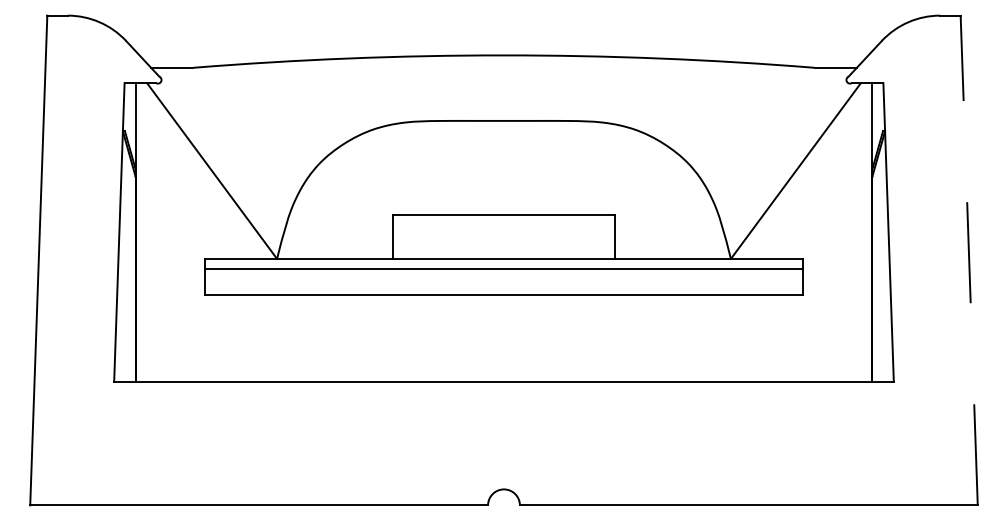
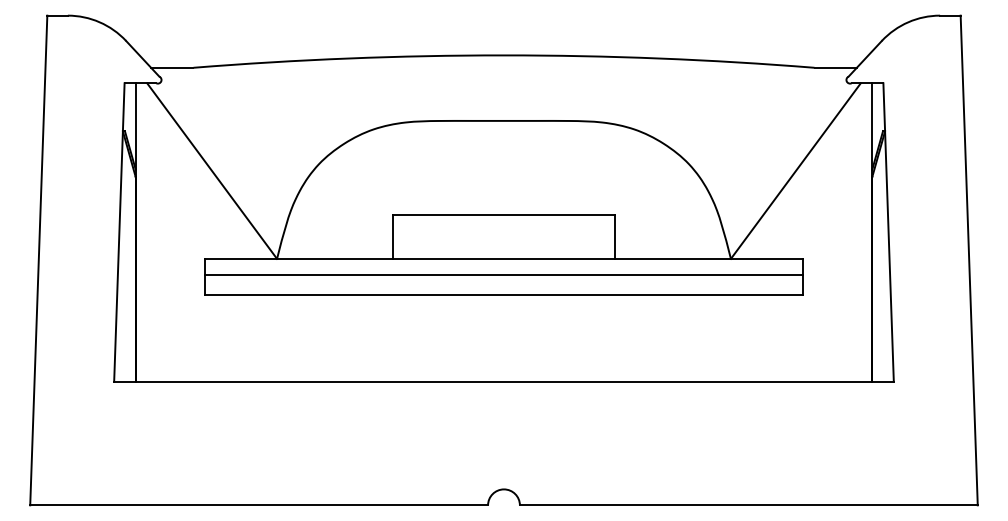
line at (969, 260): dashed -> solid
line at (503, 268) position: (503, 268) -> (503, 274)
